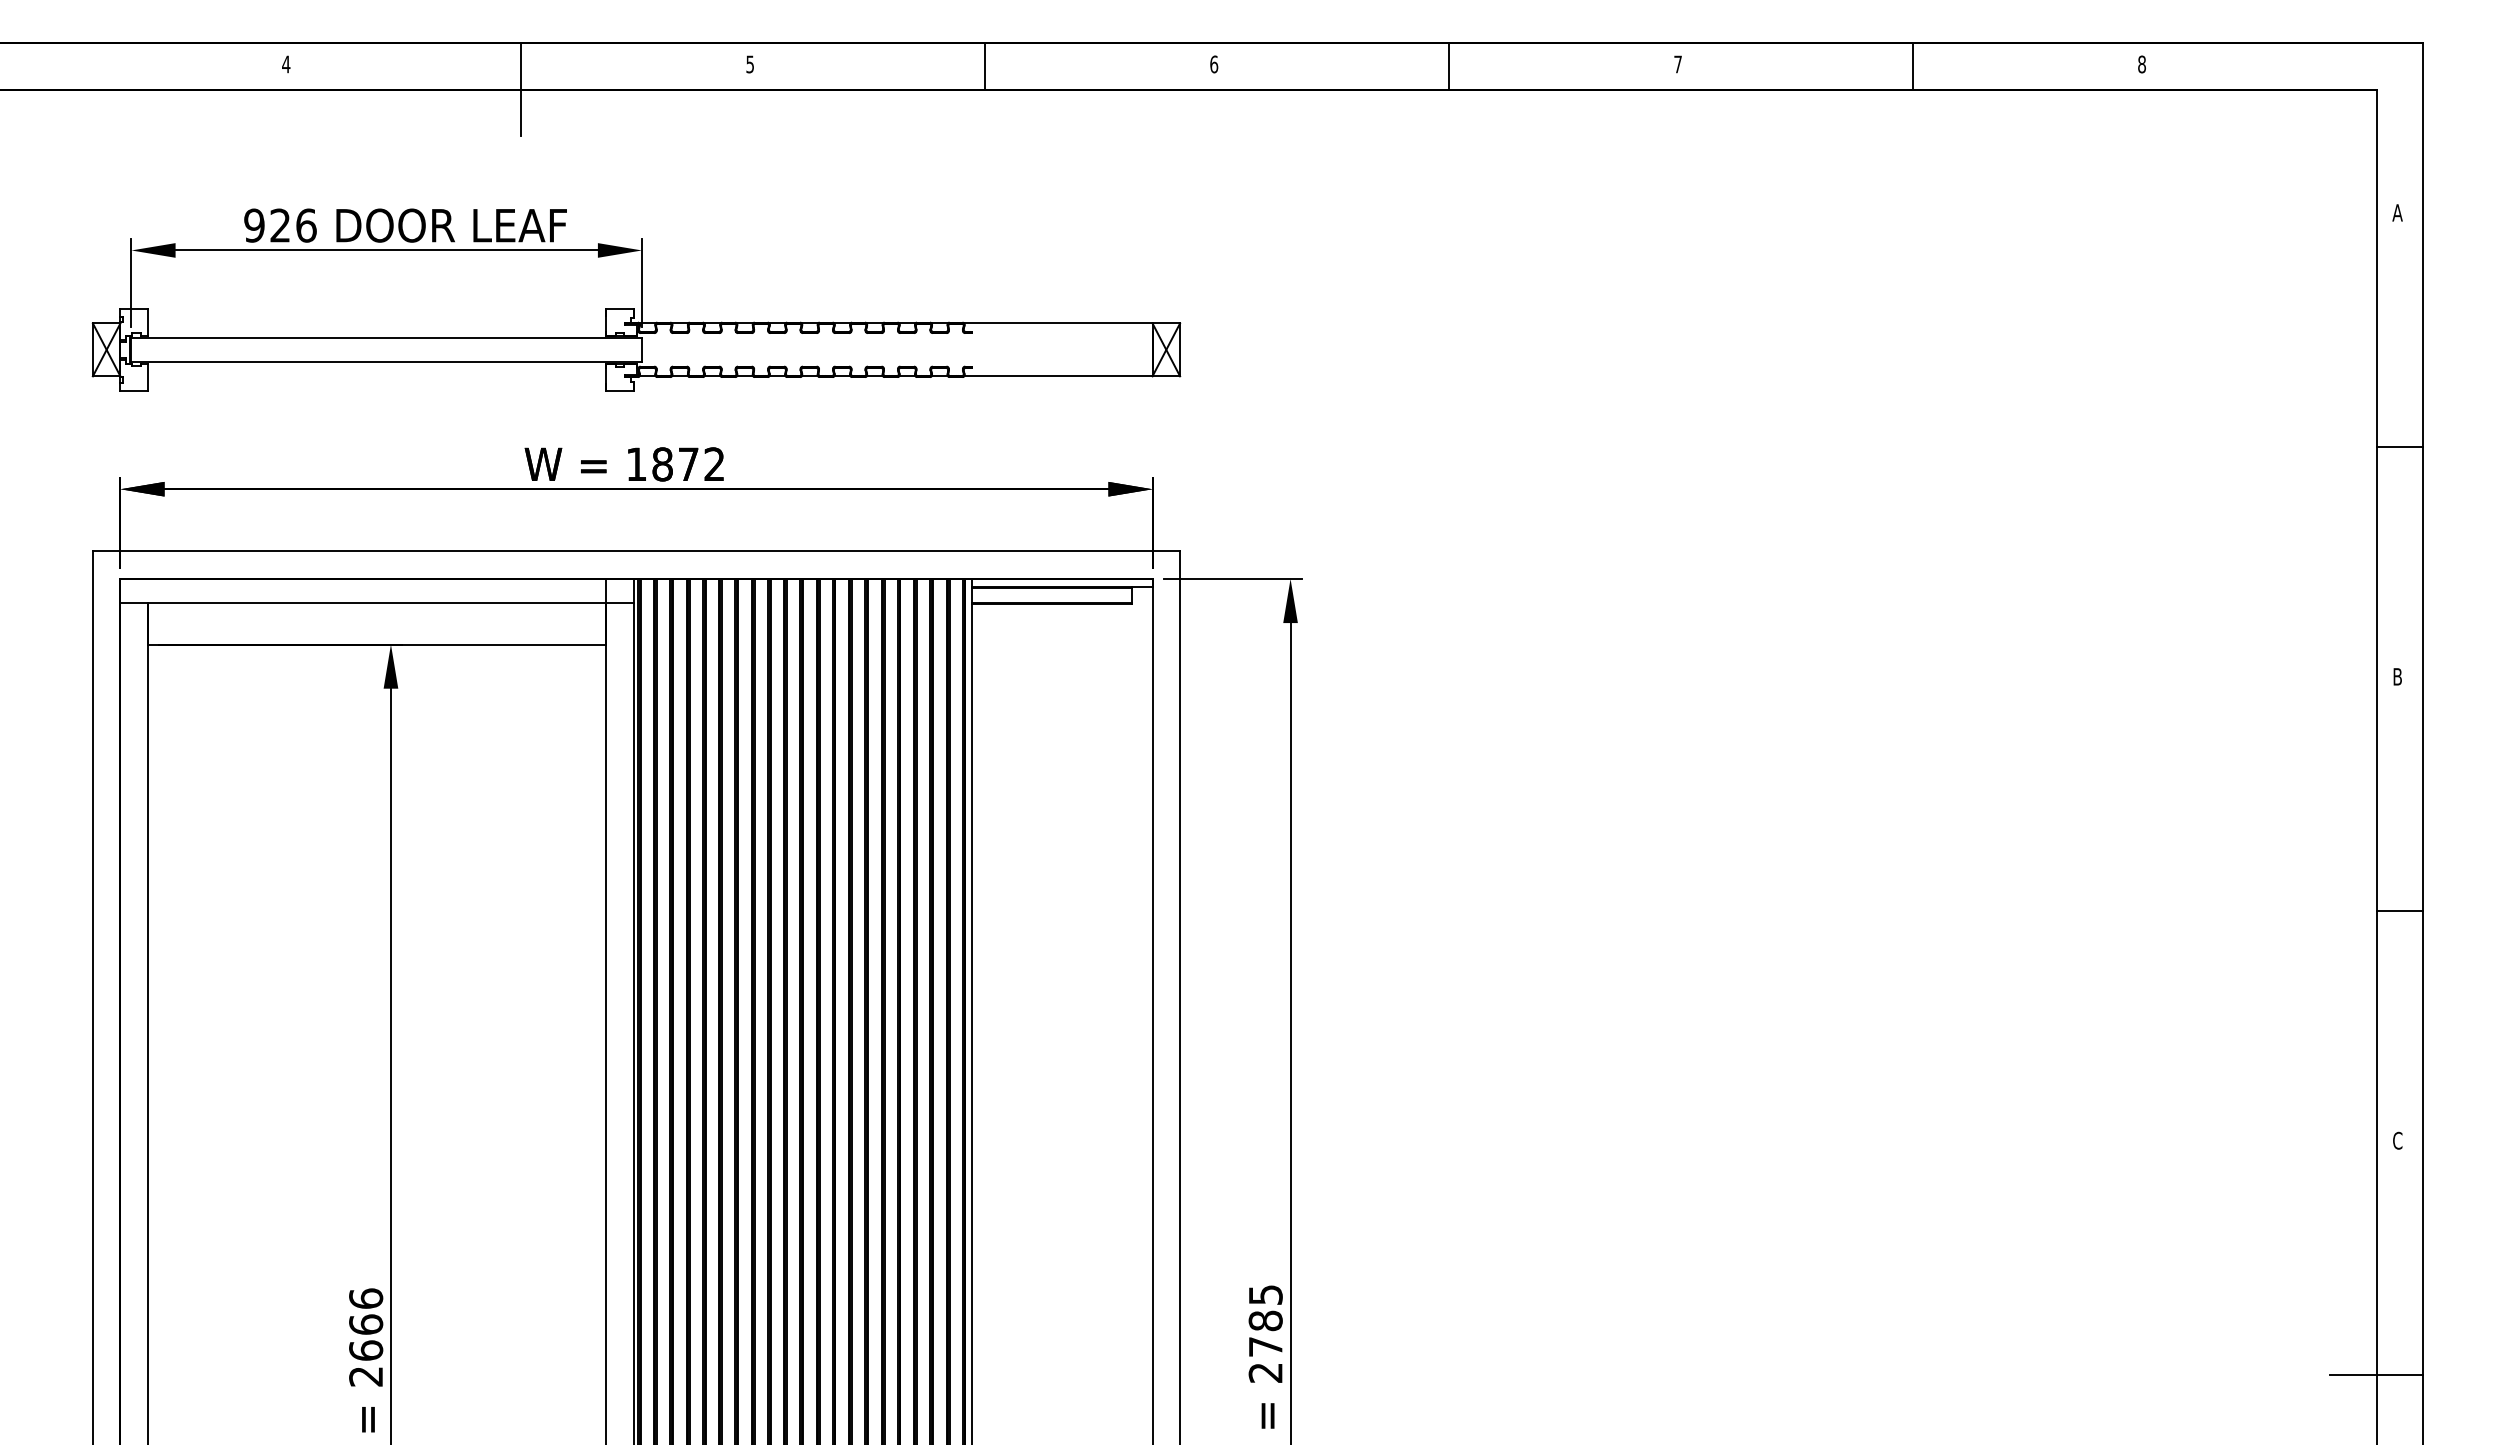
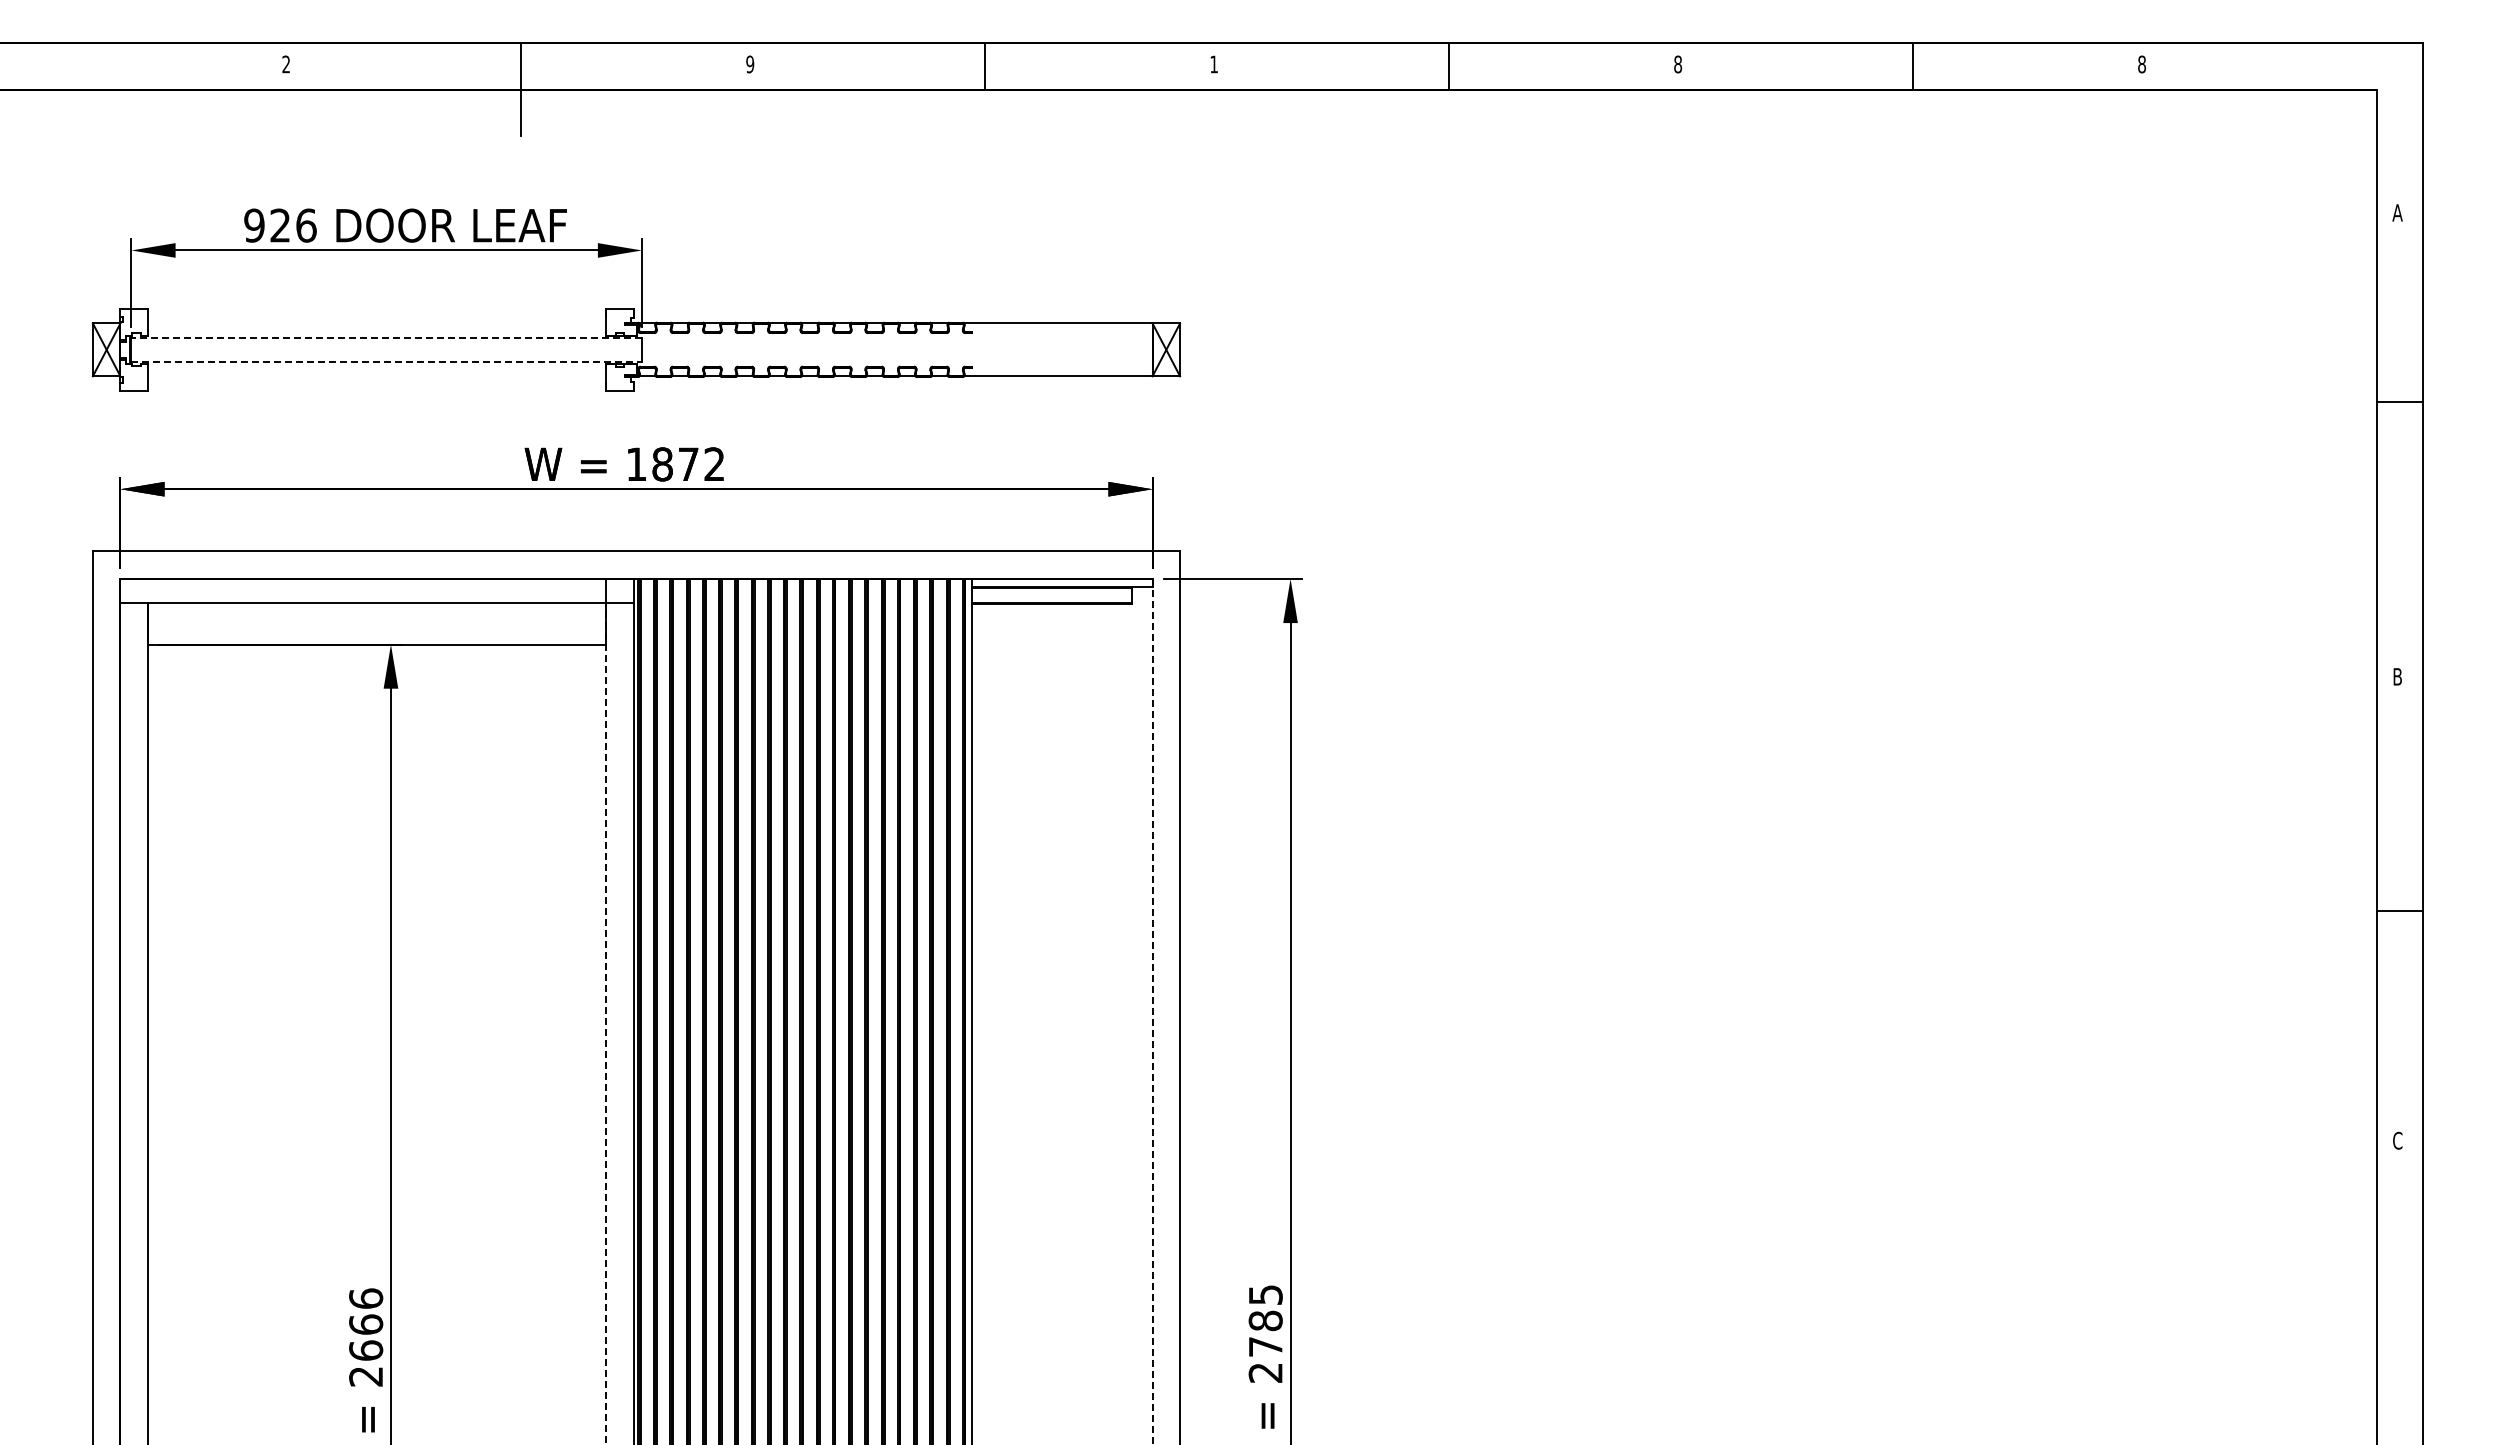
text at (750, 63): 5 -> 9
text at (286, 64): 4 -> 2
text at (1214, 64): 6 -> 1
text at (1678, 64): 7 -> 8
line at (386, 337): solid -> dashed
line at (387, 362): solid -> dashed
line at (2399, 447) position: (2399, 447) -> (2399, 402)
line at (1152, 1011): solid -> dashed
line at (606, 1023): solid -> dashed
line at (2376, 1374): present -> none
